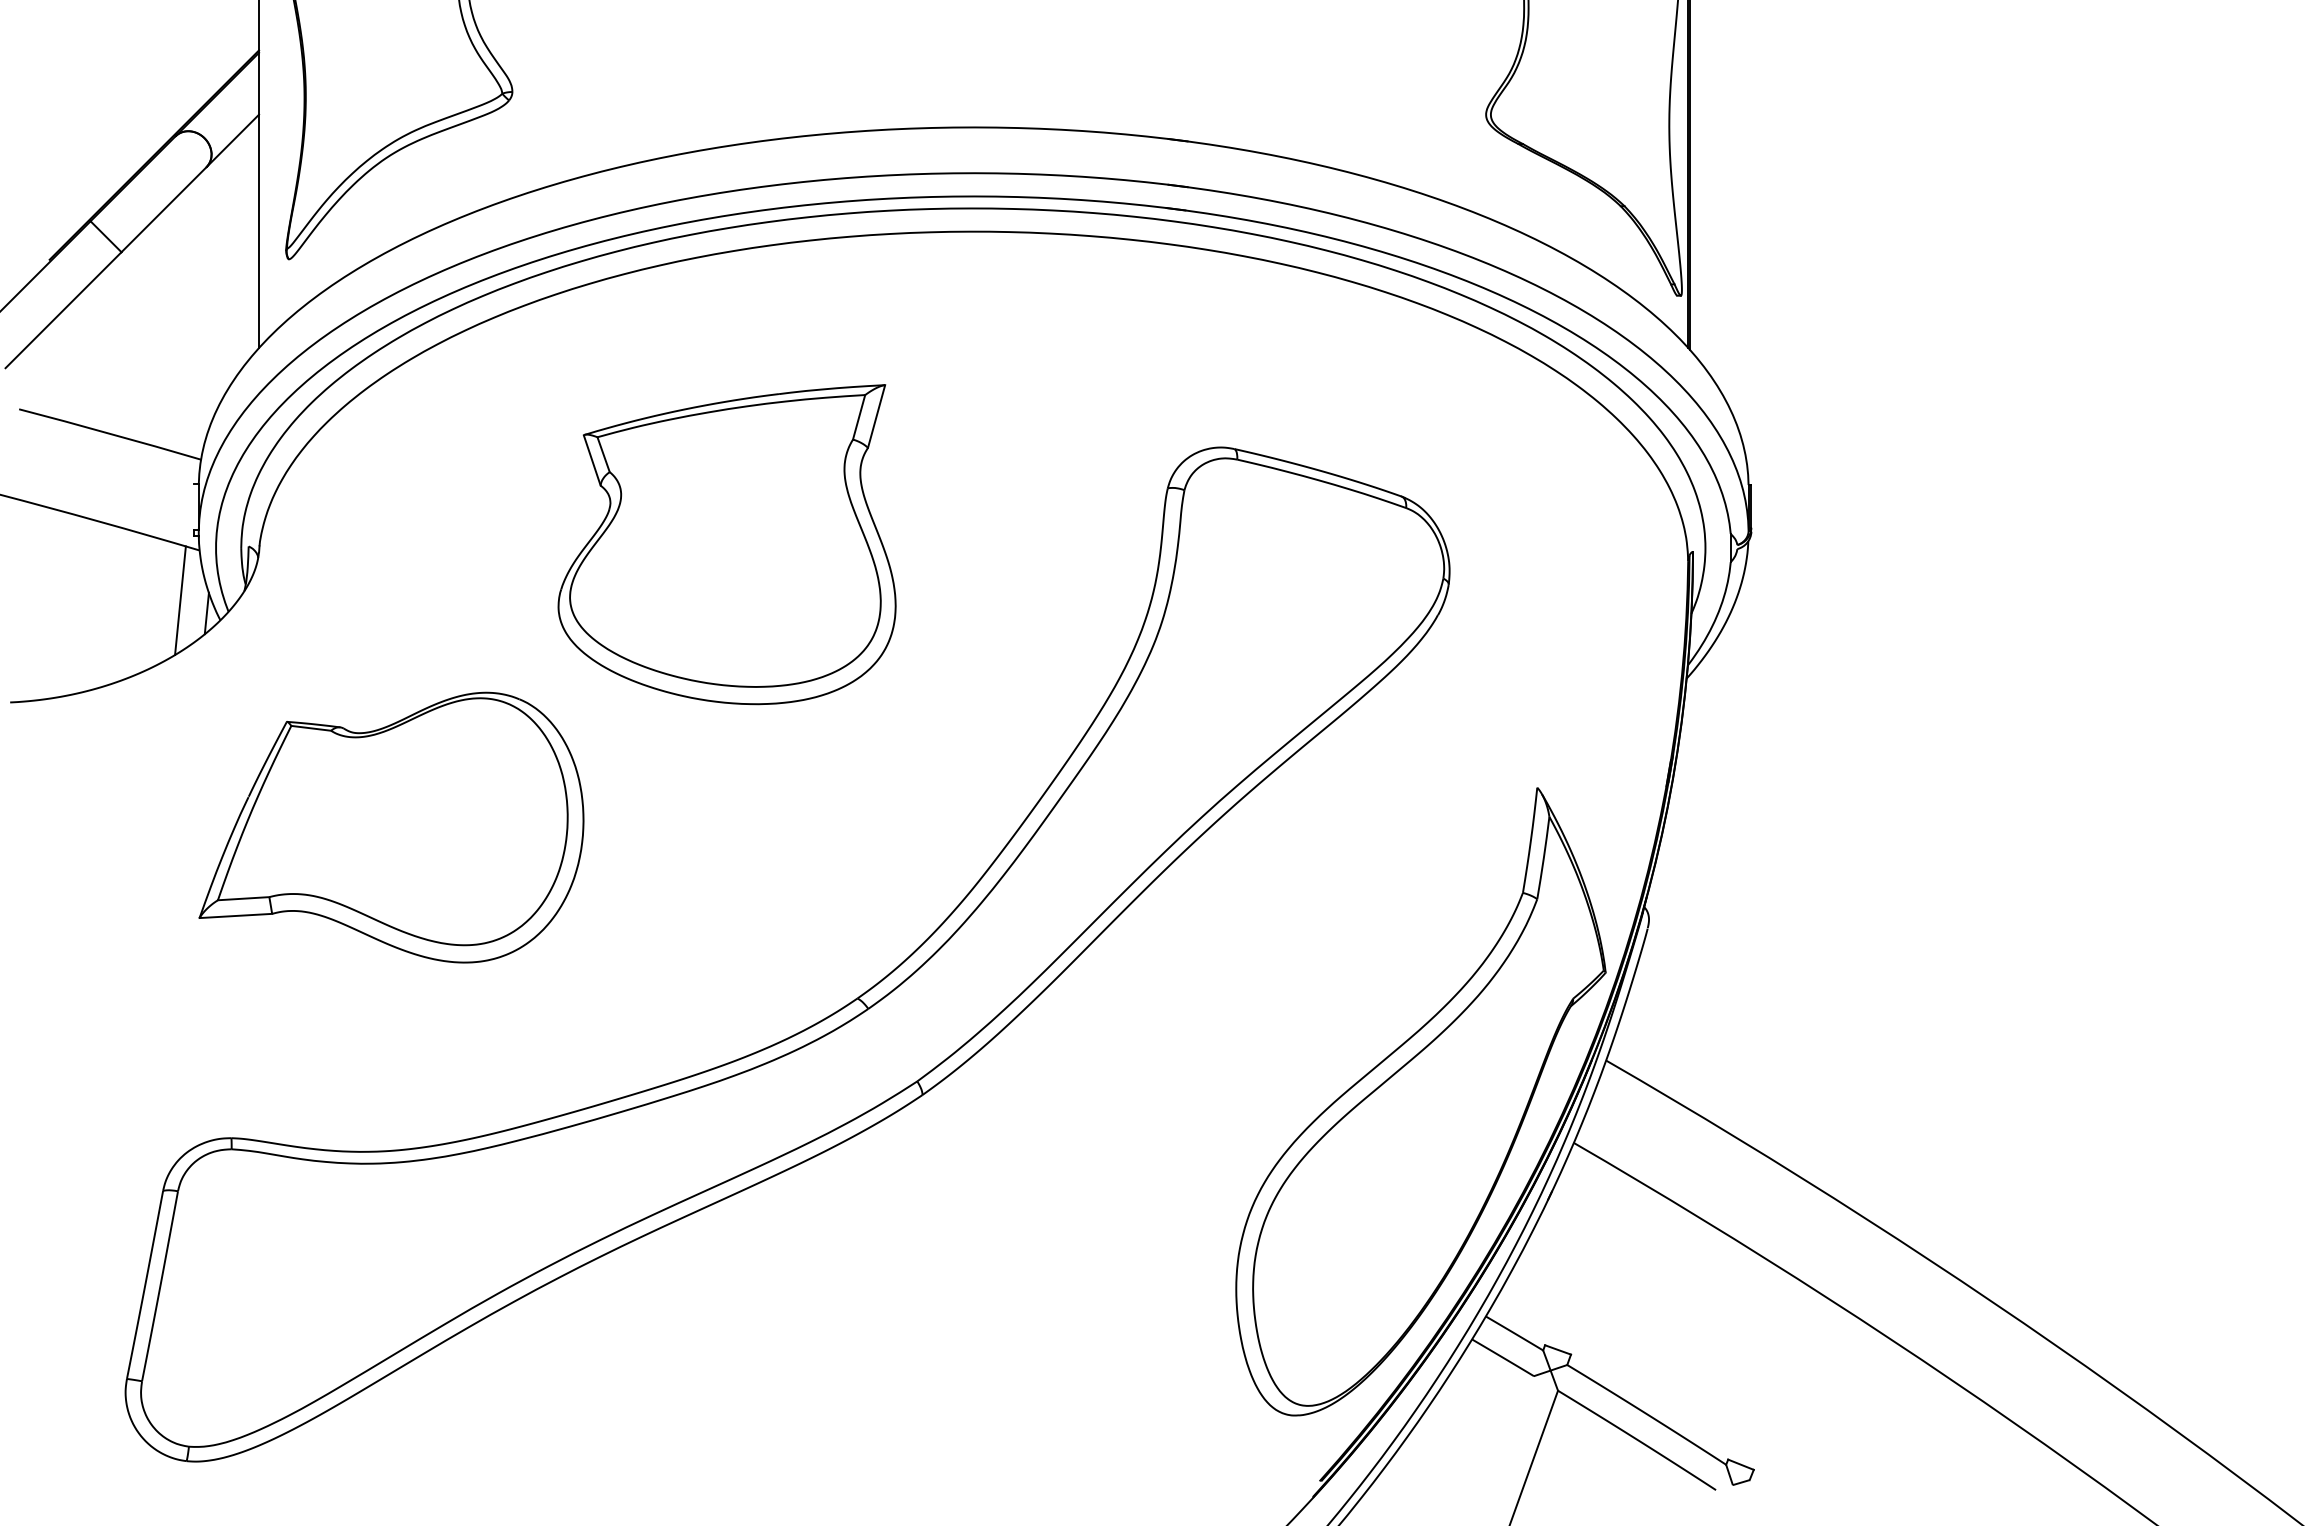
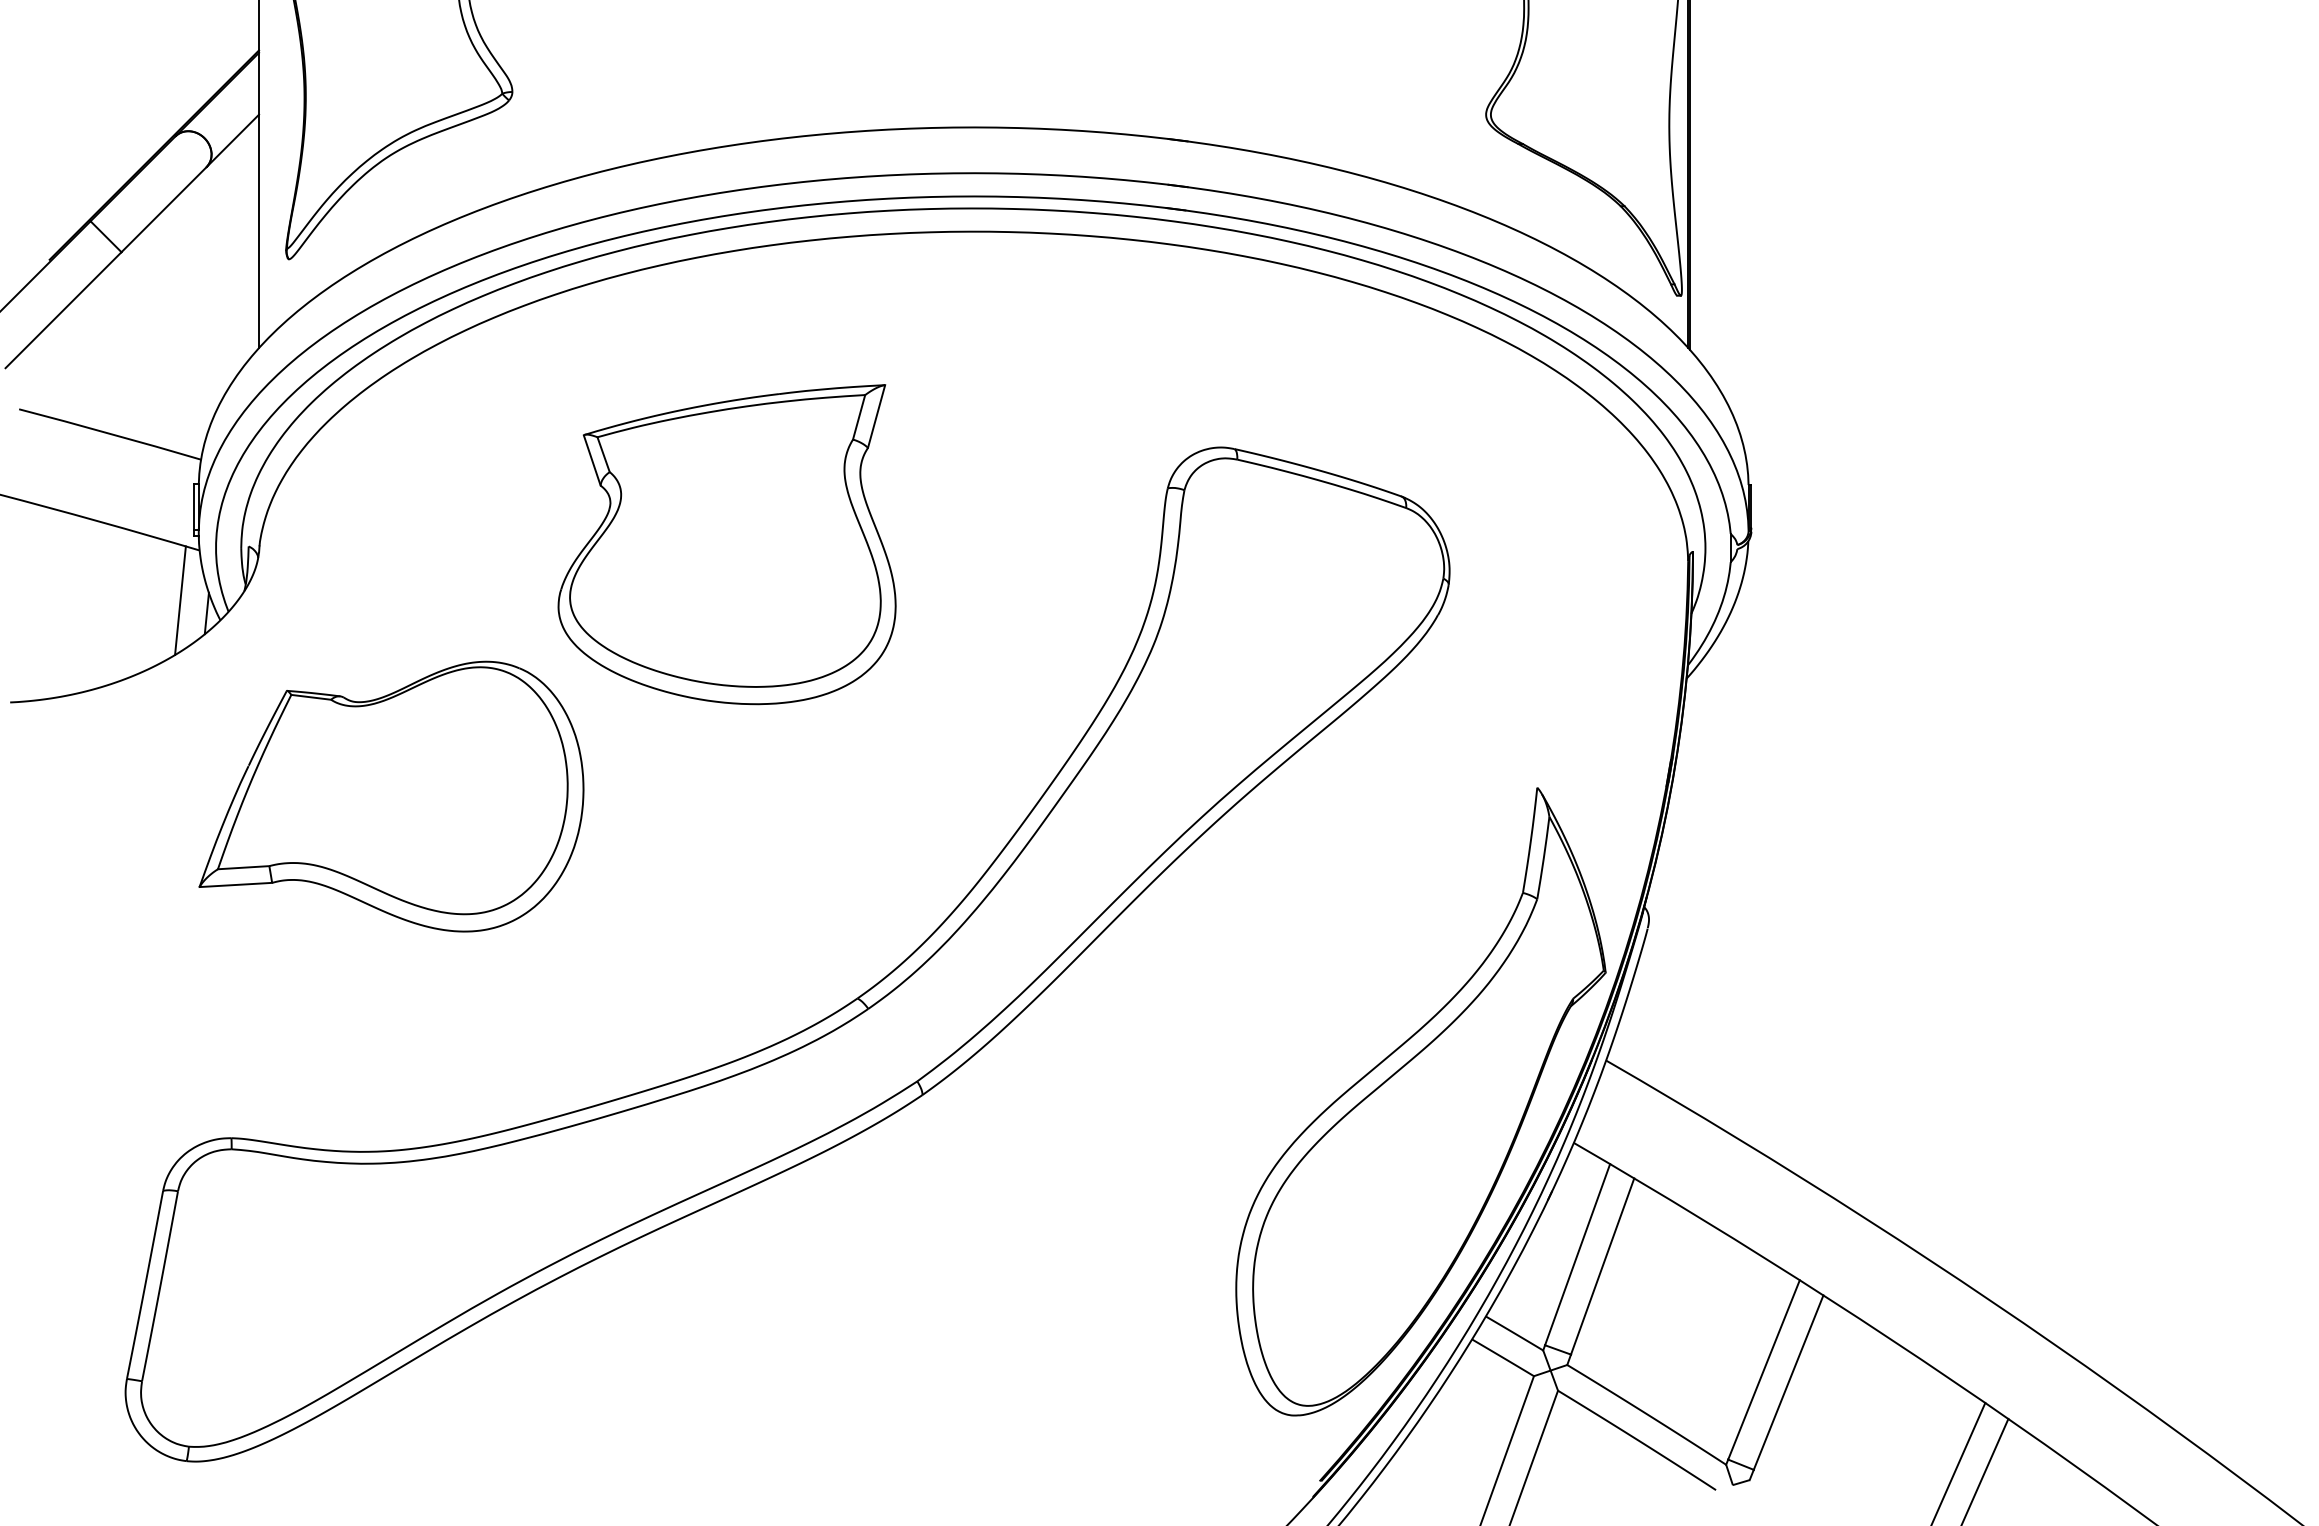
line at (193, 506): none -> present
part at (391, 827) position: (391, 827) -> (391, 796)
line at (1577, 1254): none -> present
line at (1602, 1266): none -> present
line at (1763, 1369): none -> present
line at (1788, 1382): none -> present
line at (1507, 1449): none -> present
line at (1958, 1462): none -> present
line at (1985, 1470): none -> present
